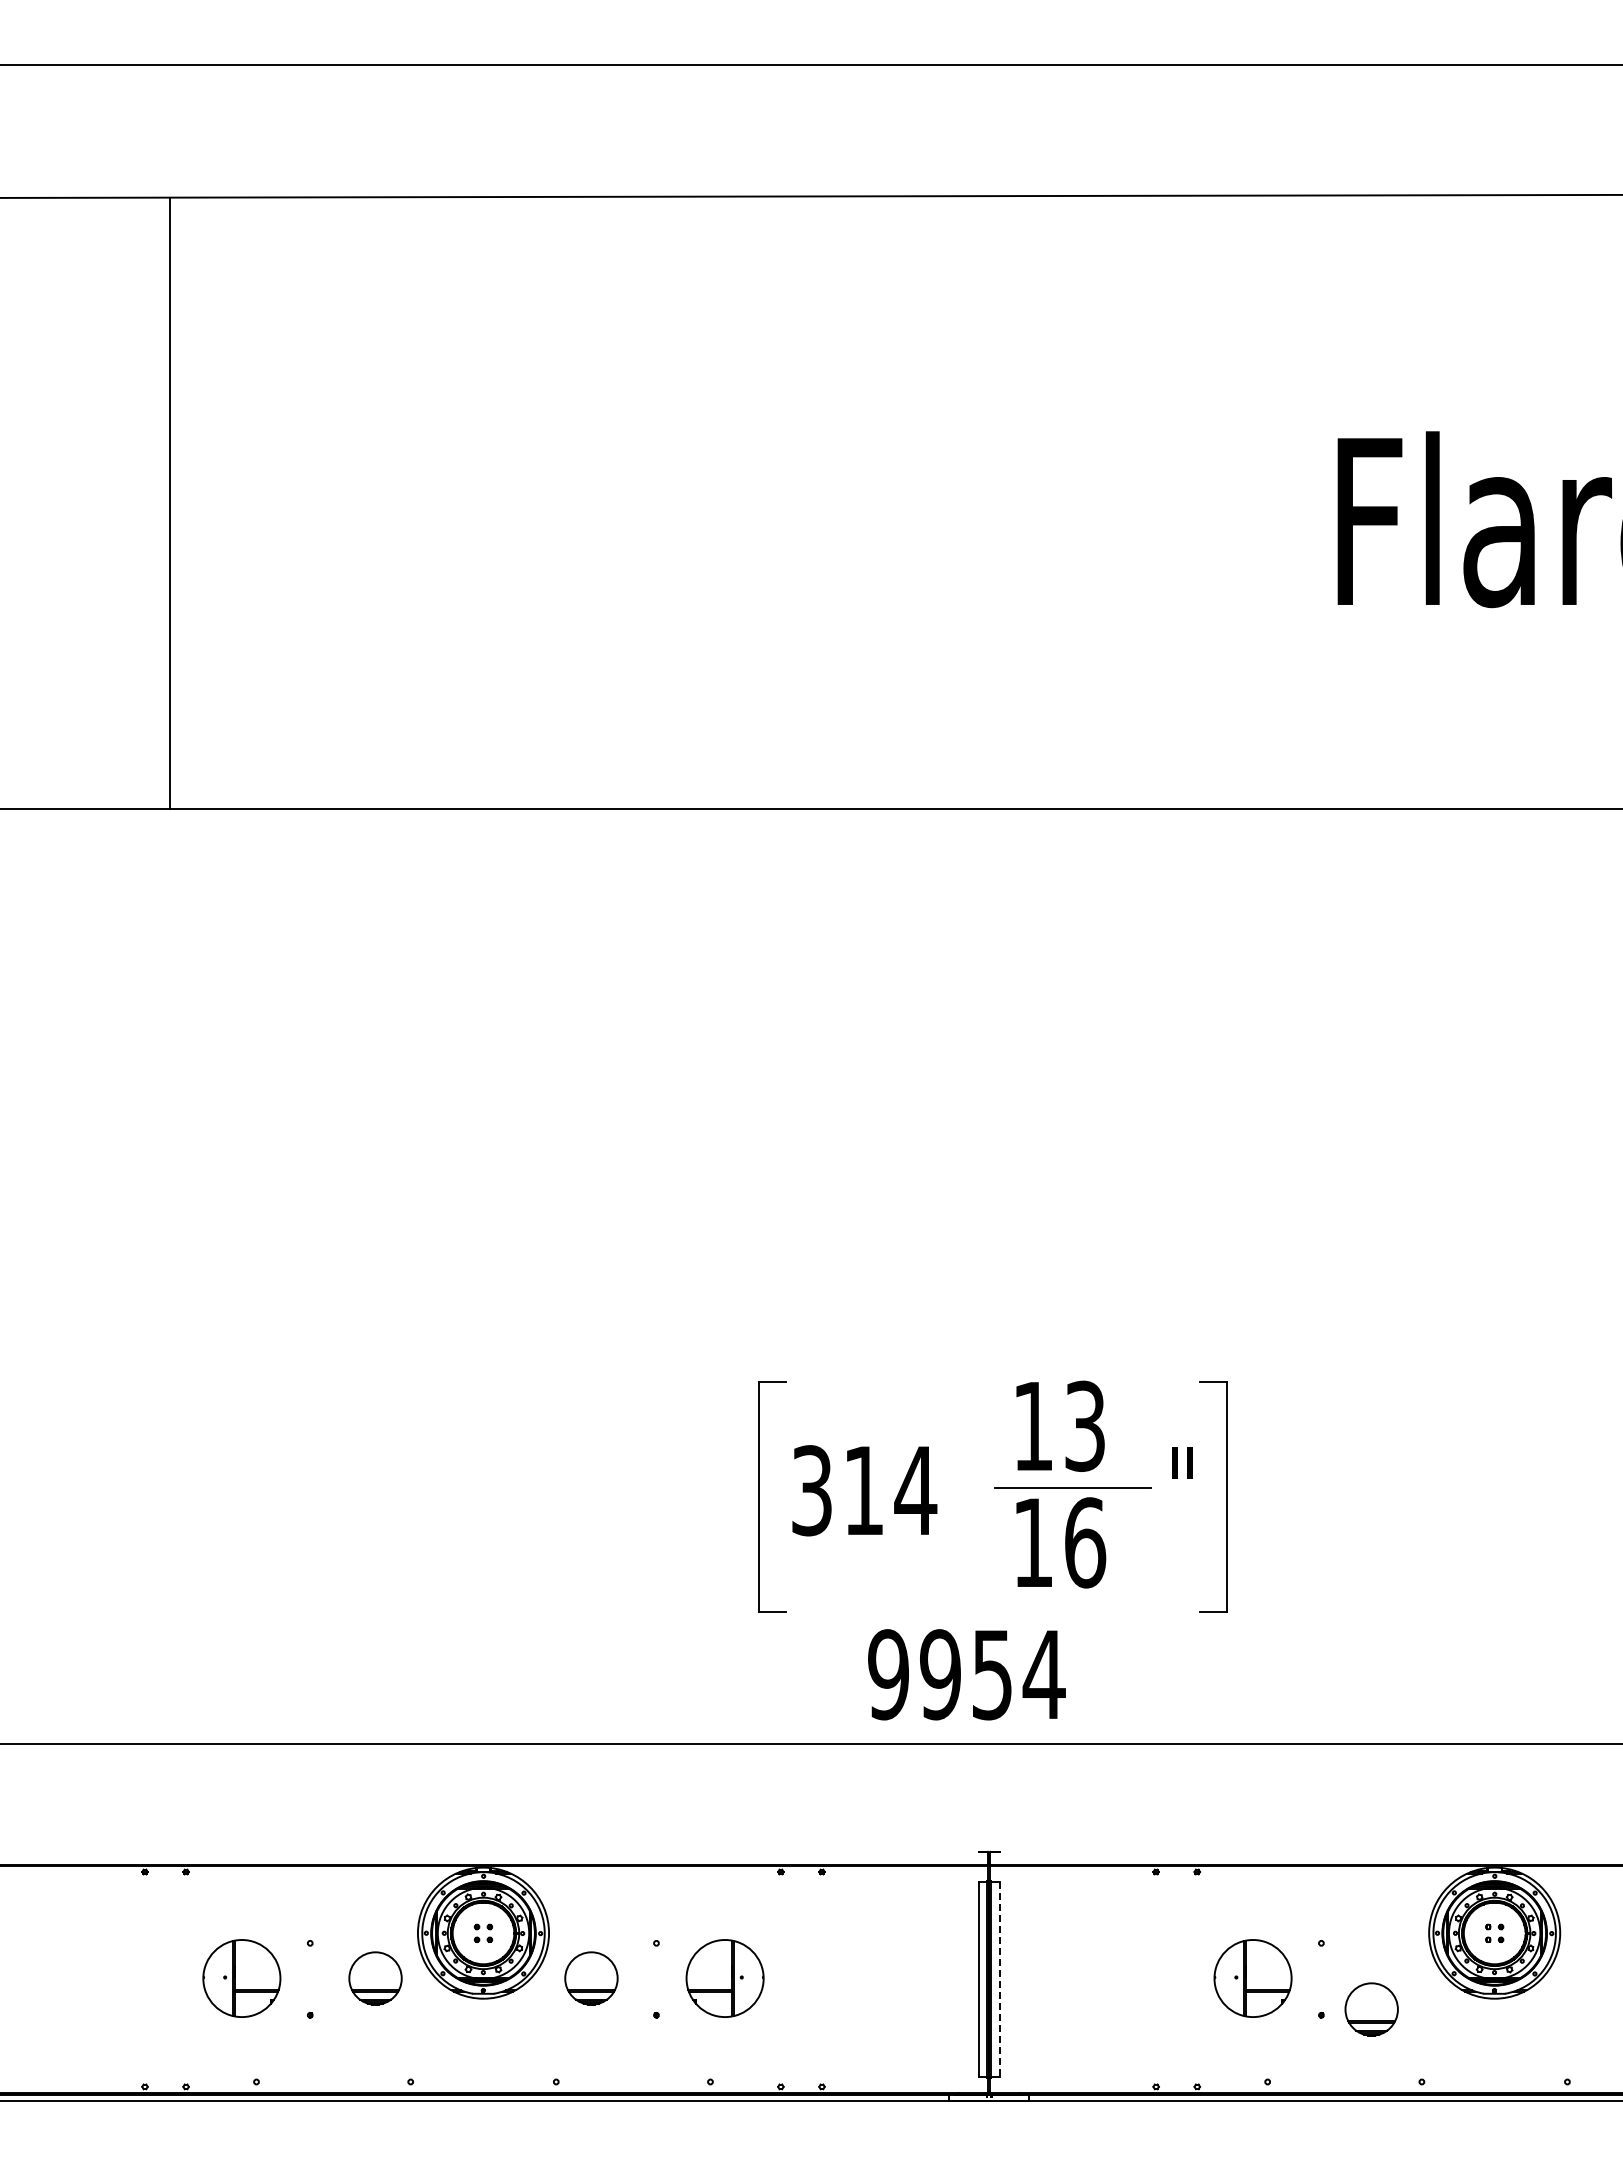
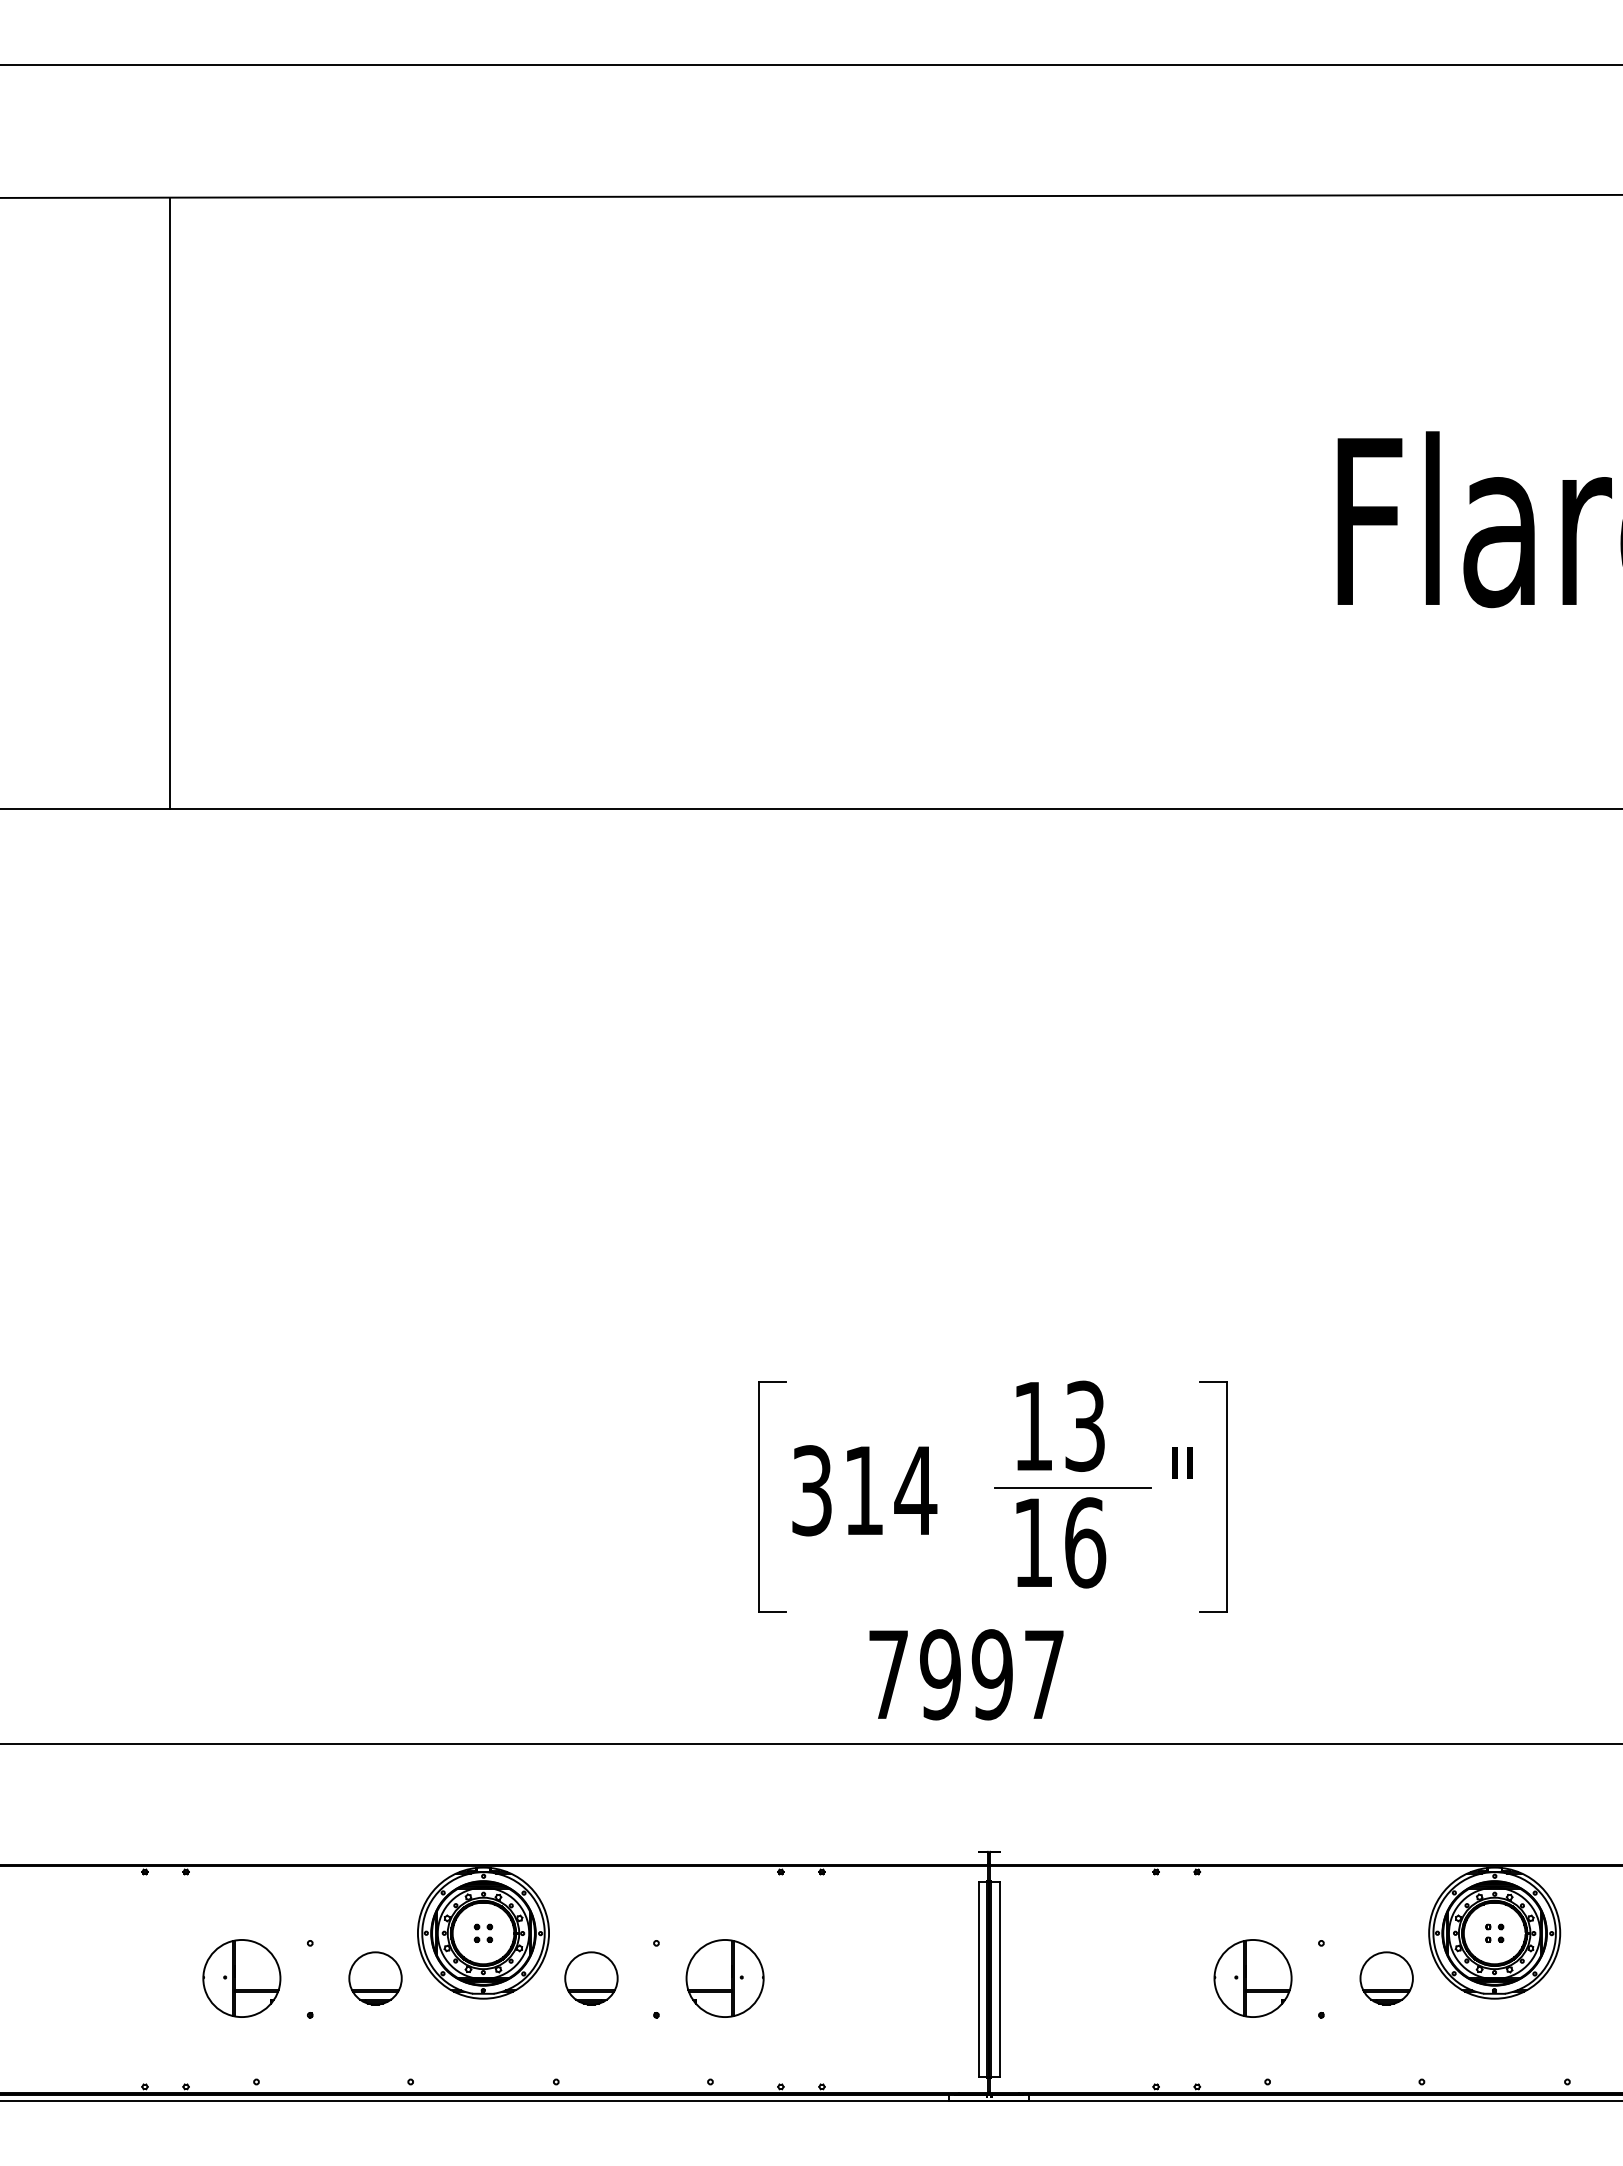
text at (966, 1674): 9954 -> 7997
line at (999, 1979): dashed -> solid
part at (1371, 2009) position: (1371, 2009) -> (1386, 1978)
